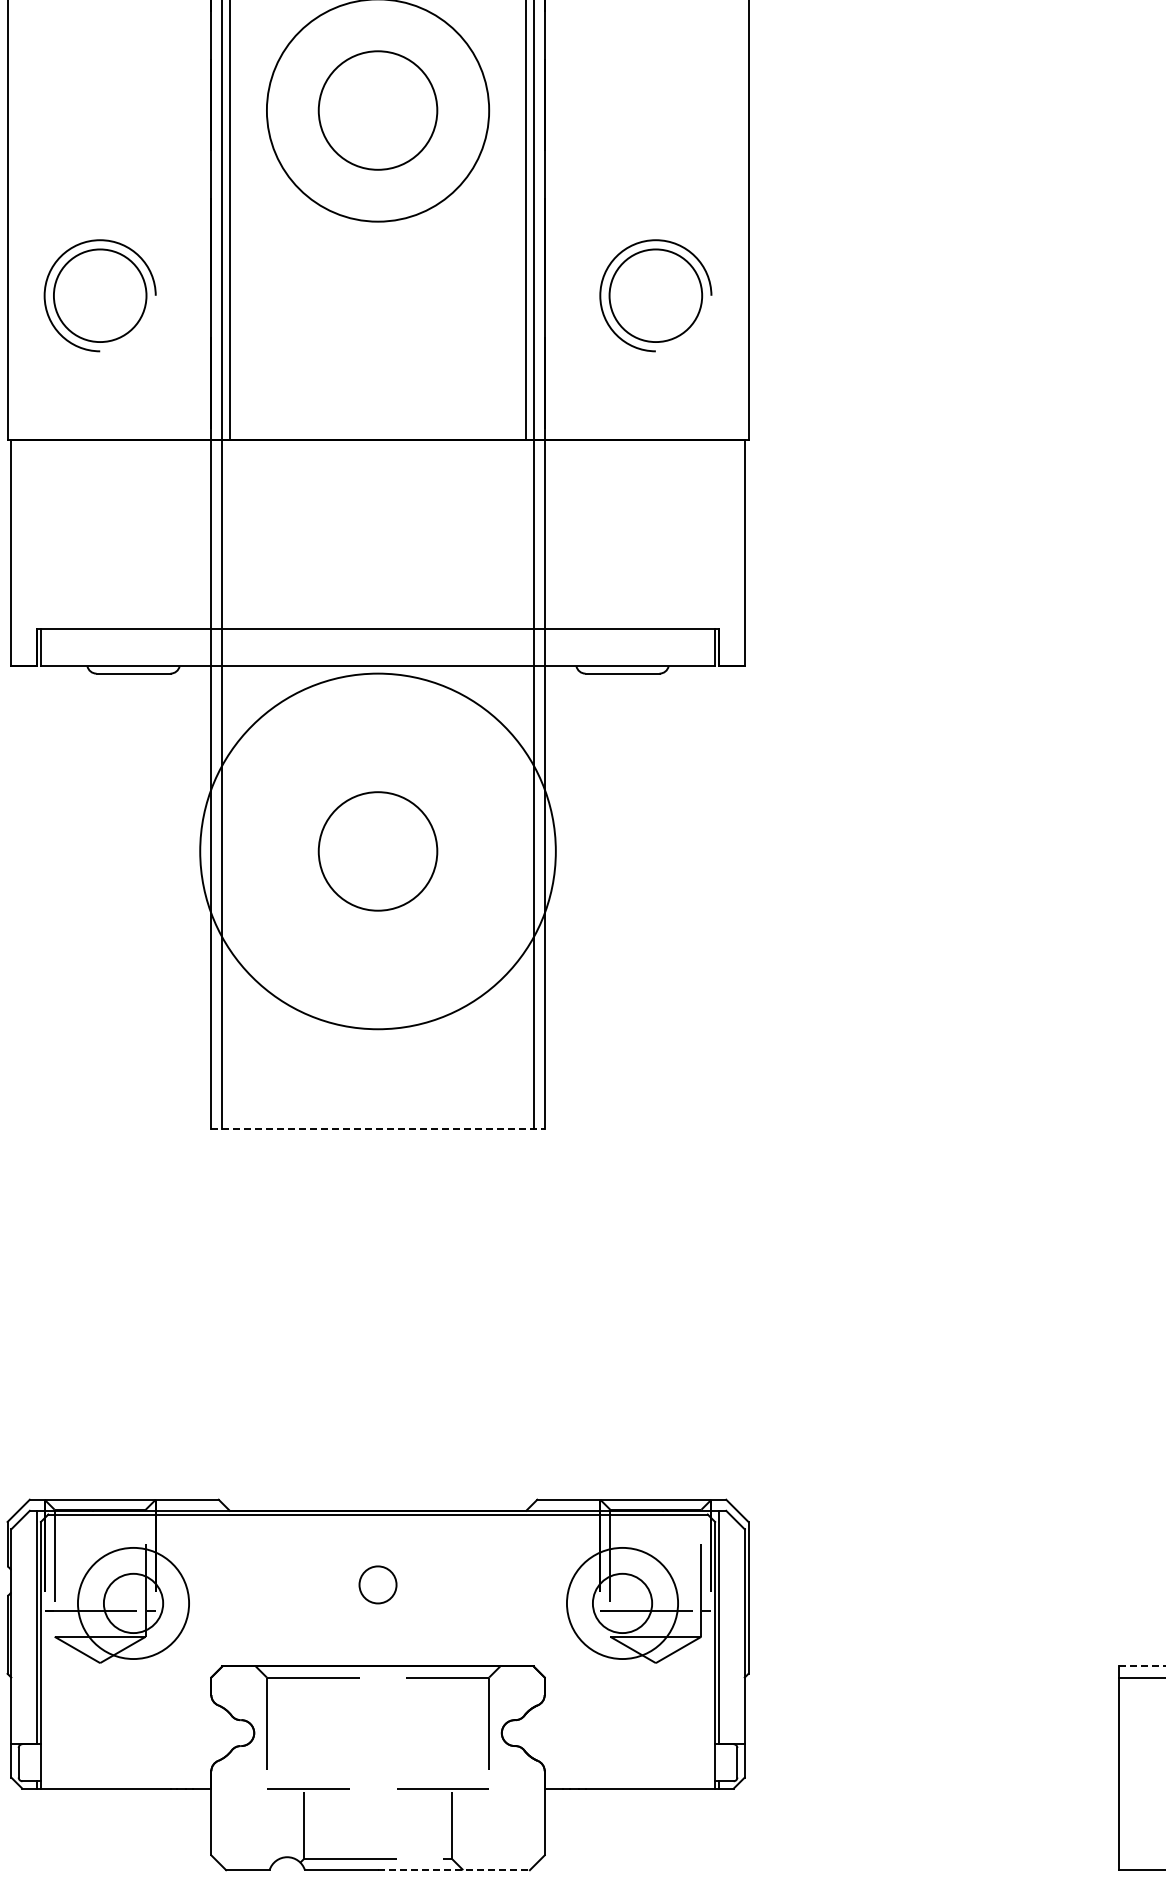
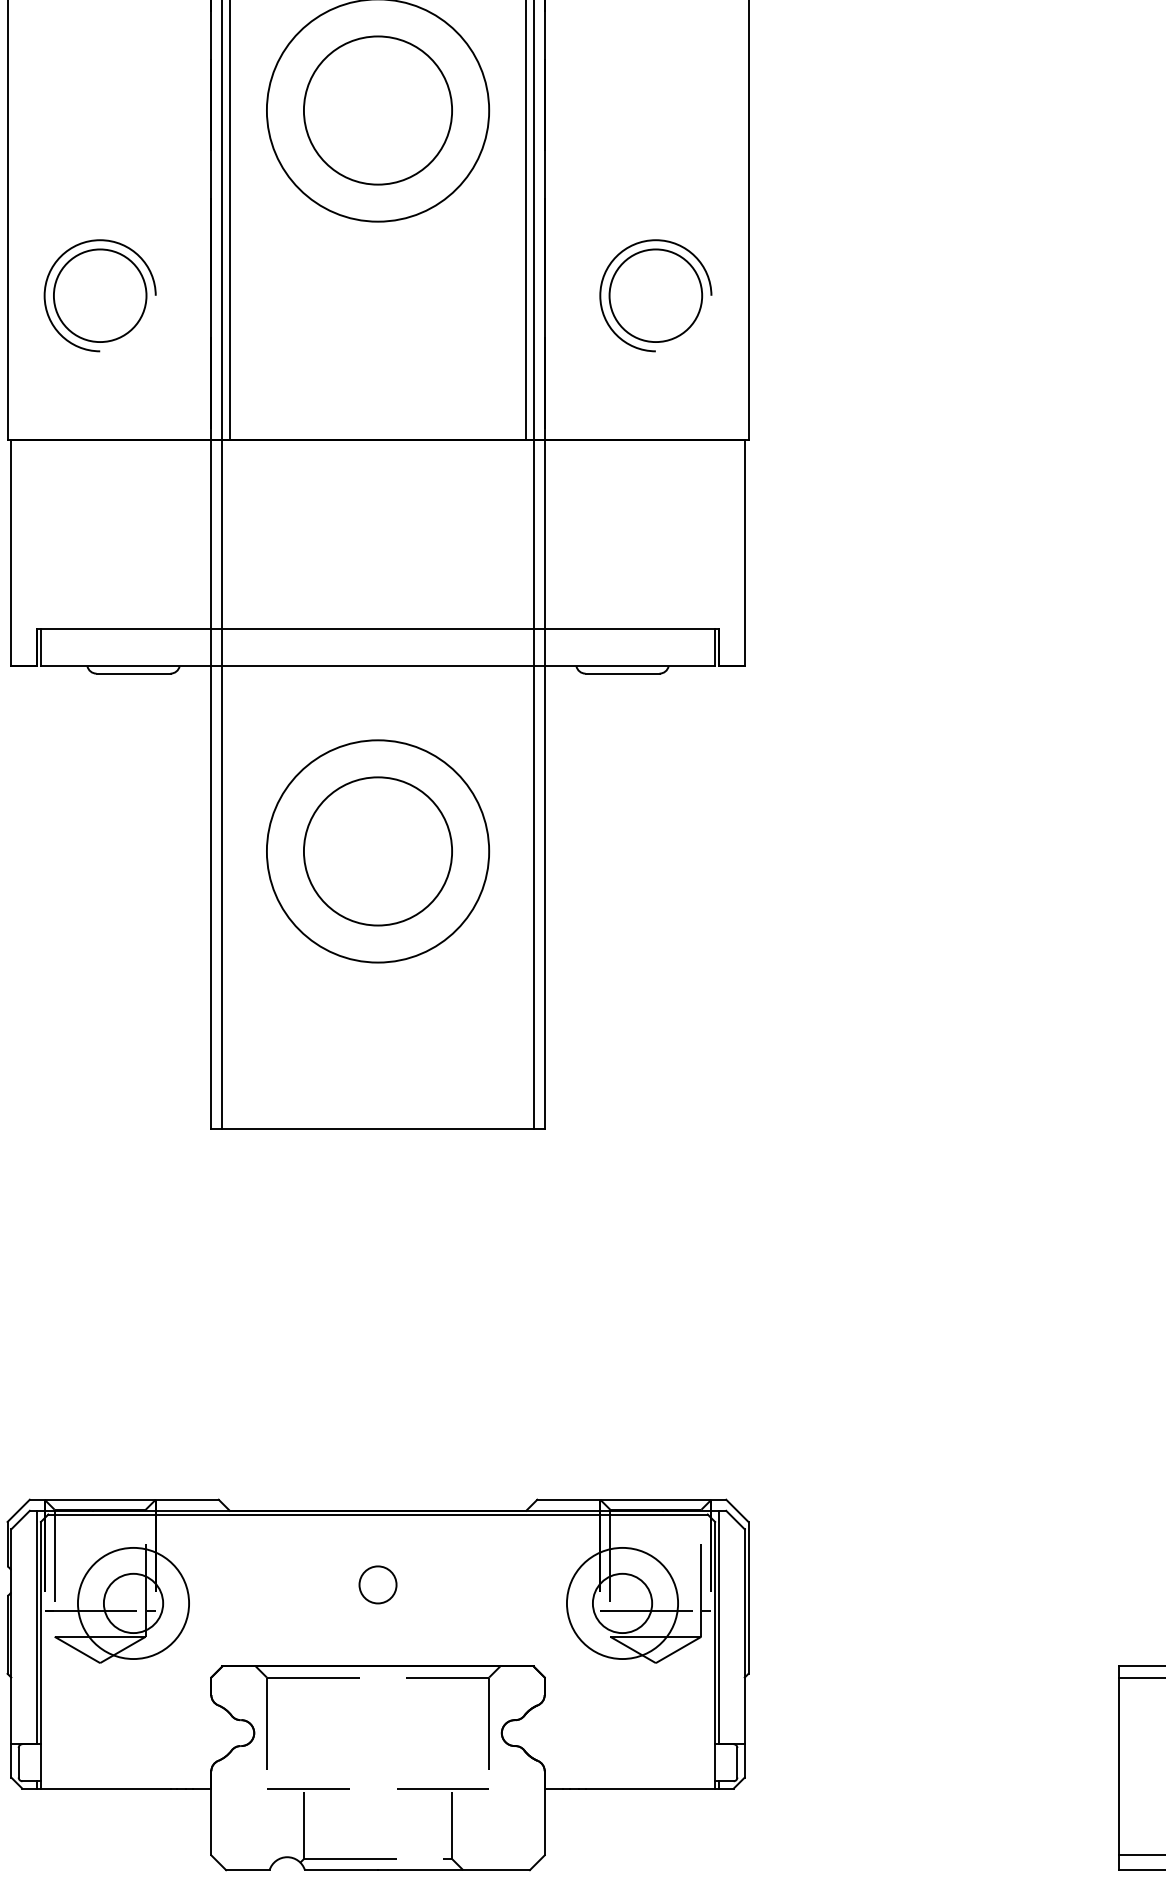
circle at (377, 110) diameter: 119 px -> 148 px
circle at (377, 851) diameter: 119 px -> 148 px
circle at (377, 851) diameter: 356 px -> 222 px
line at (378, 1129): dashed -> solid
line at (1142, 1666): dashed -> solid
line at (1140, 1855): none -> present
line at (453, 1870): dashed -> solid
